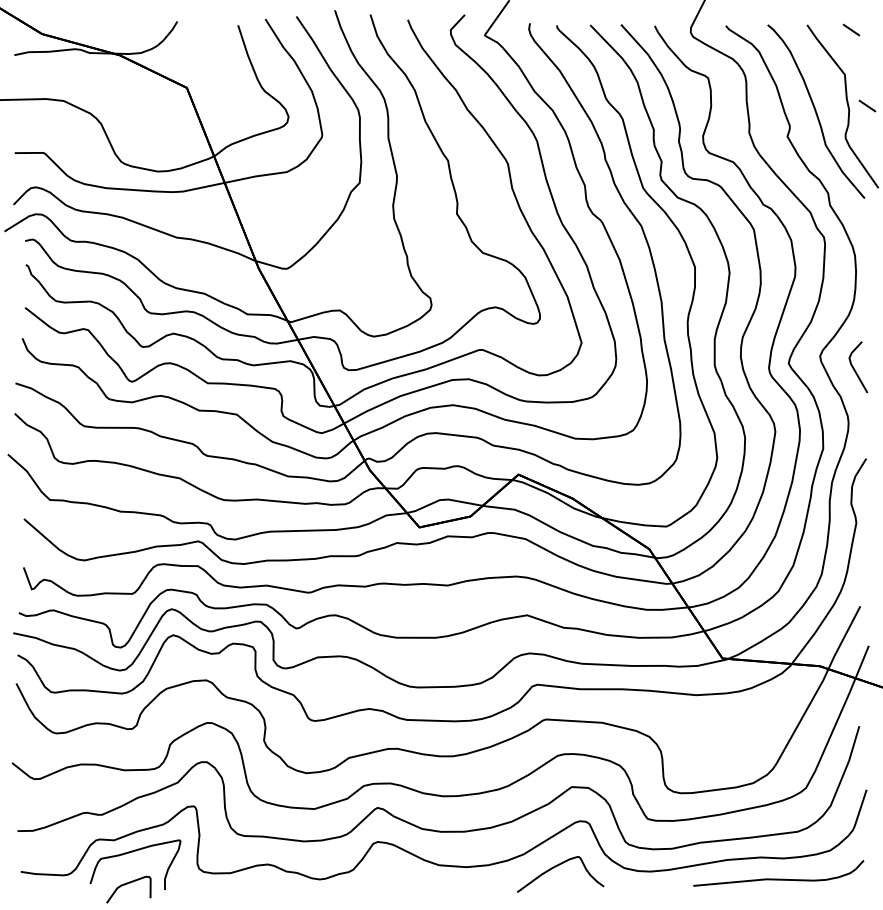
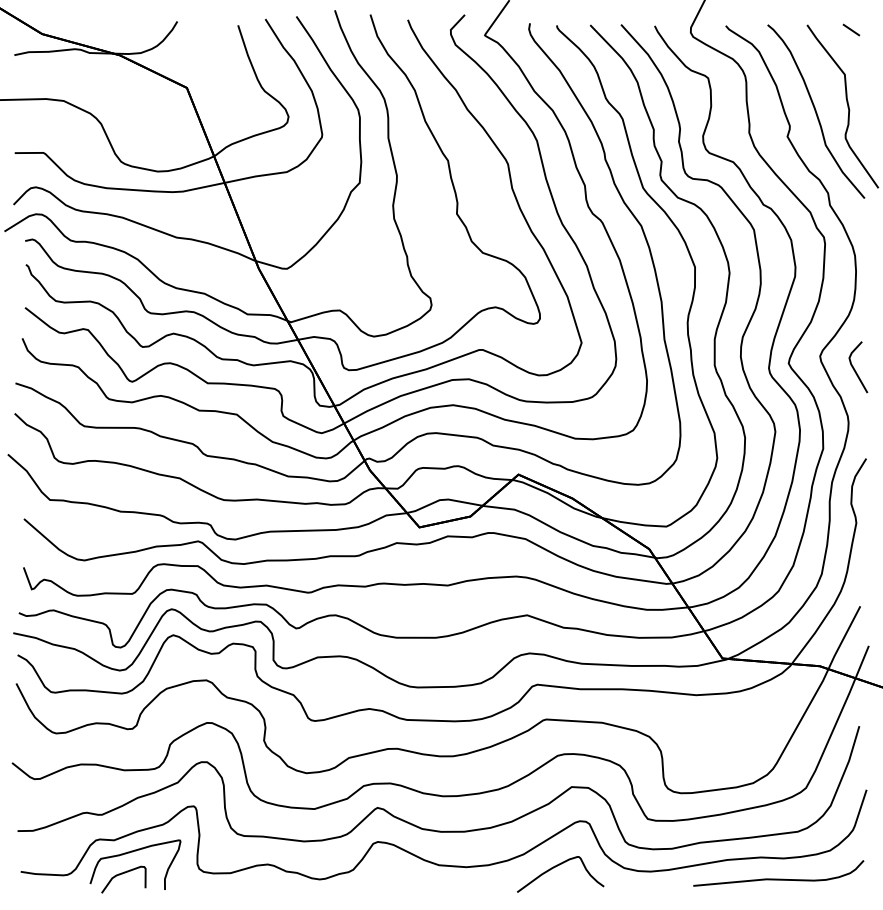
line at (867, 105): present -> none
part at (128, 889) position: (128, 889) -> (123, 879)
